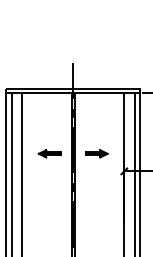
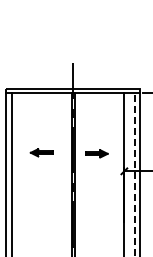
part at (49, 153) position: (49, 153) -> (41, 152)
line at (22, 172): present -> none
line at (134, 174): solid -> dashed
